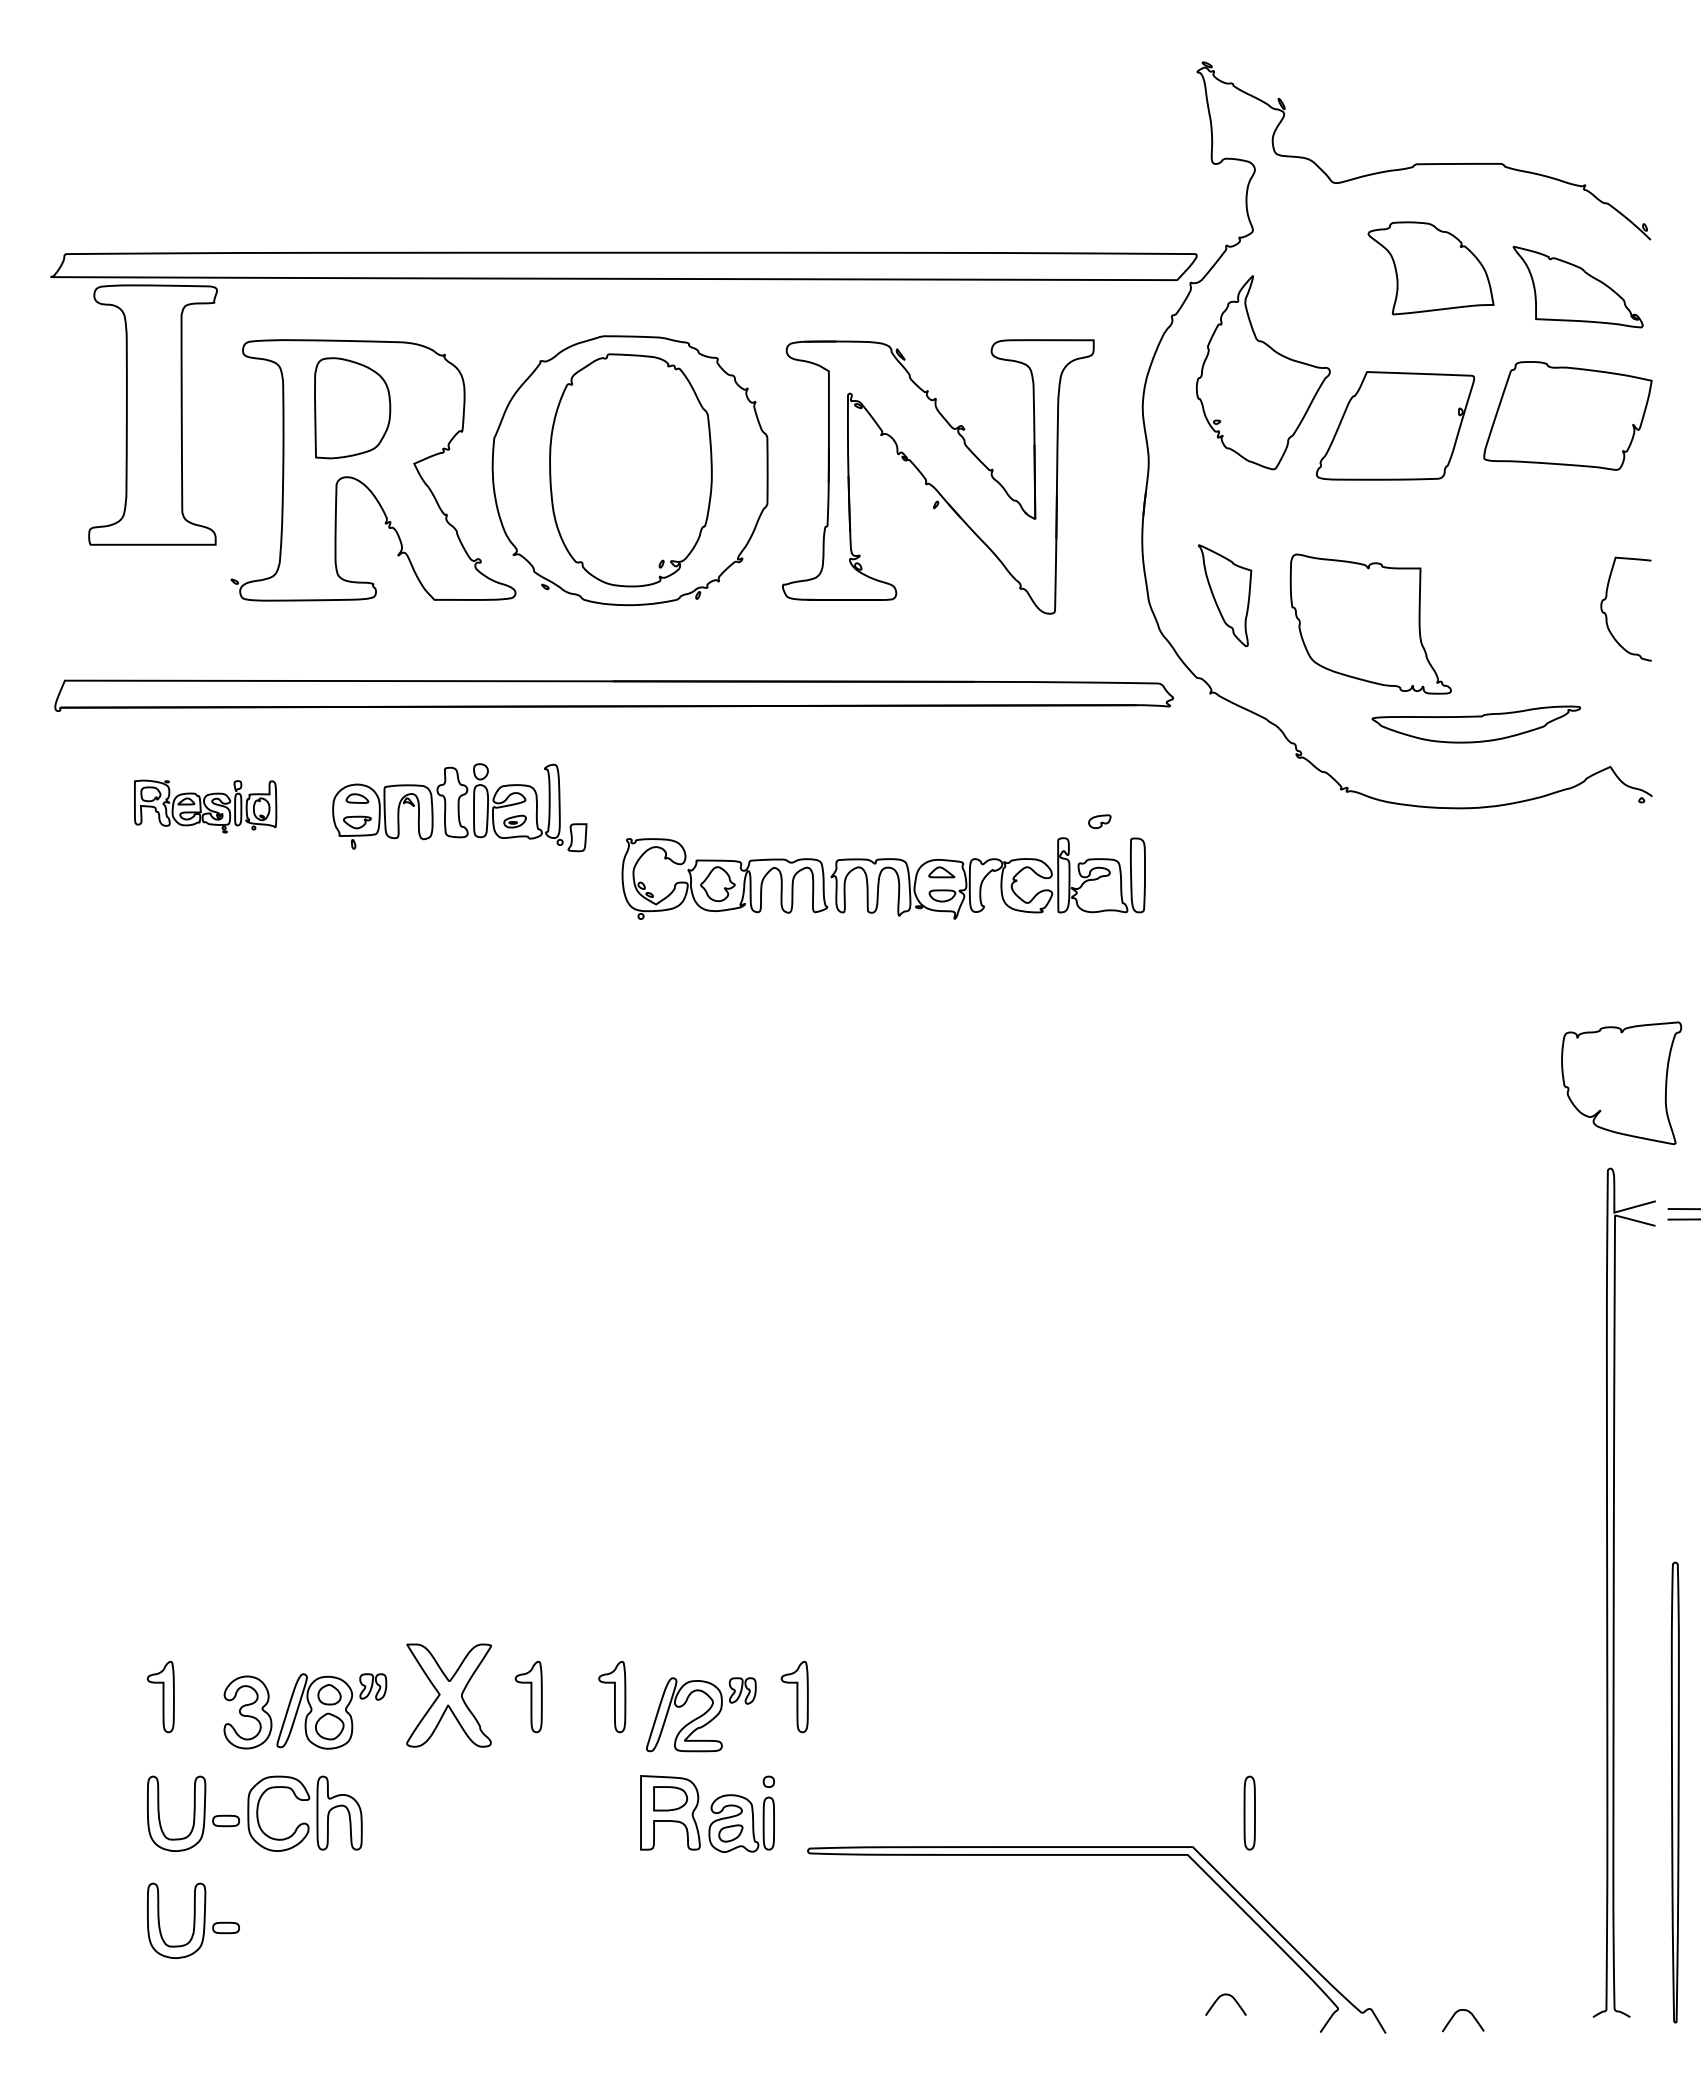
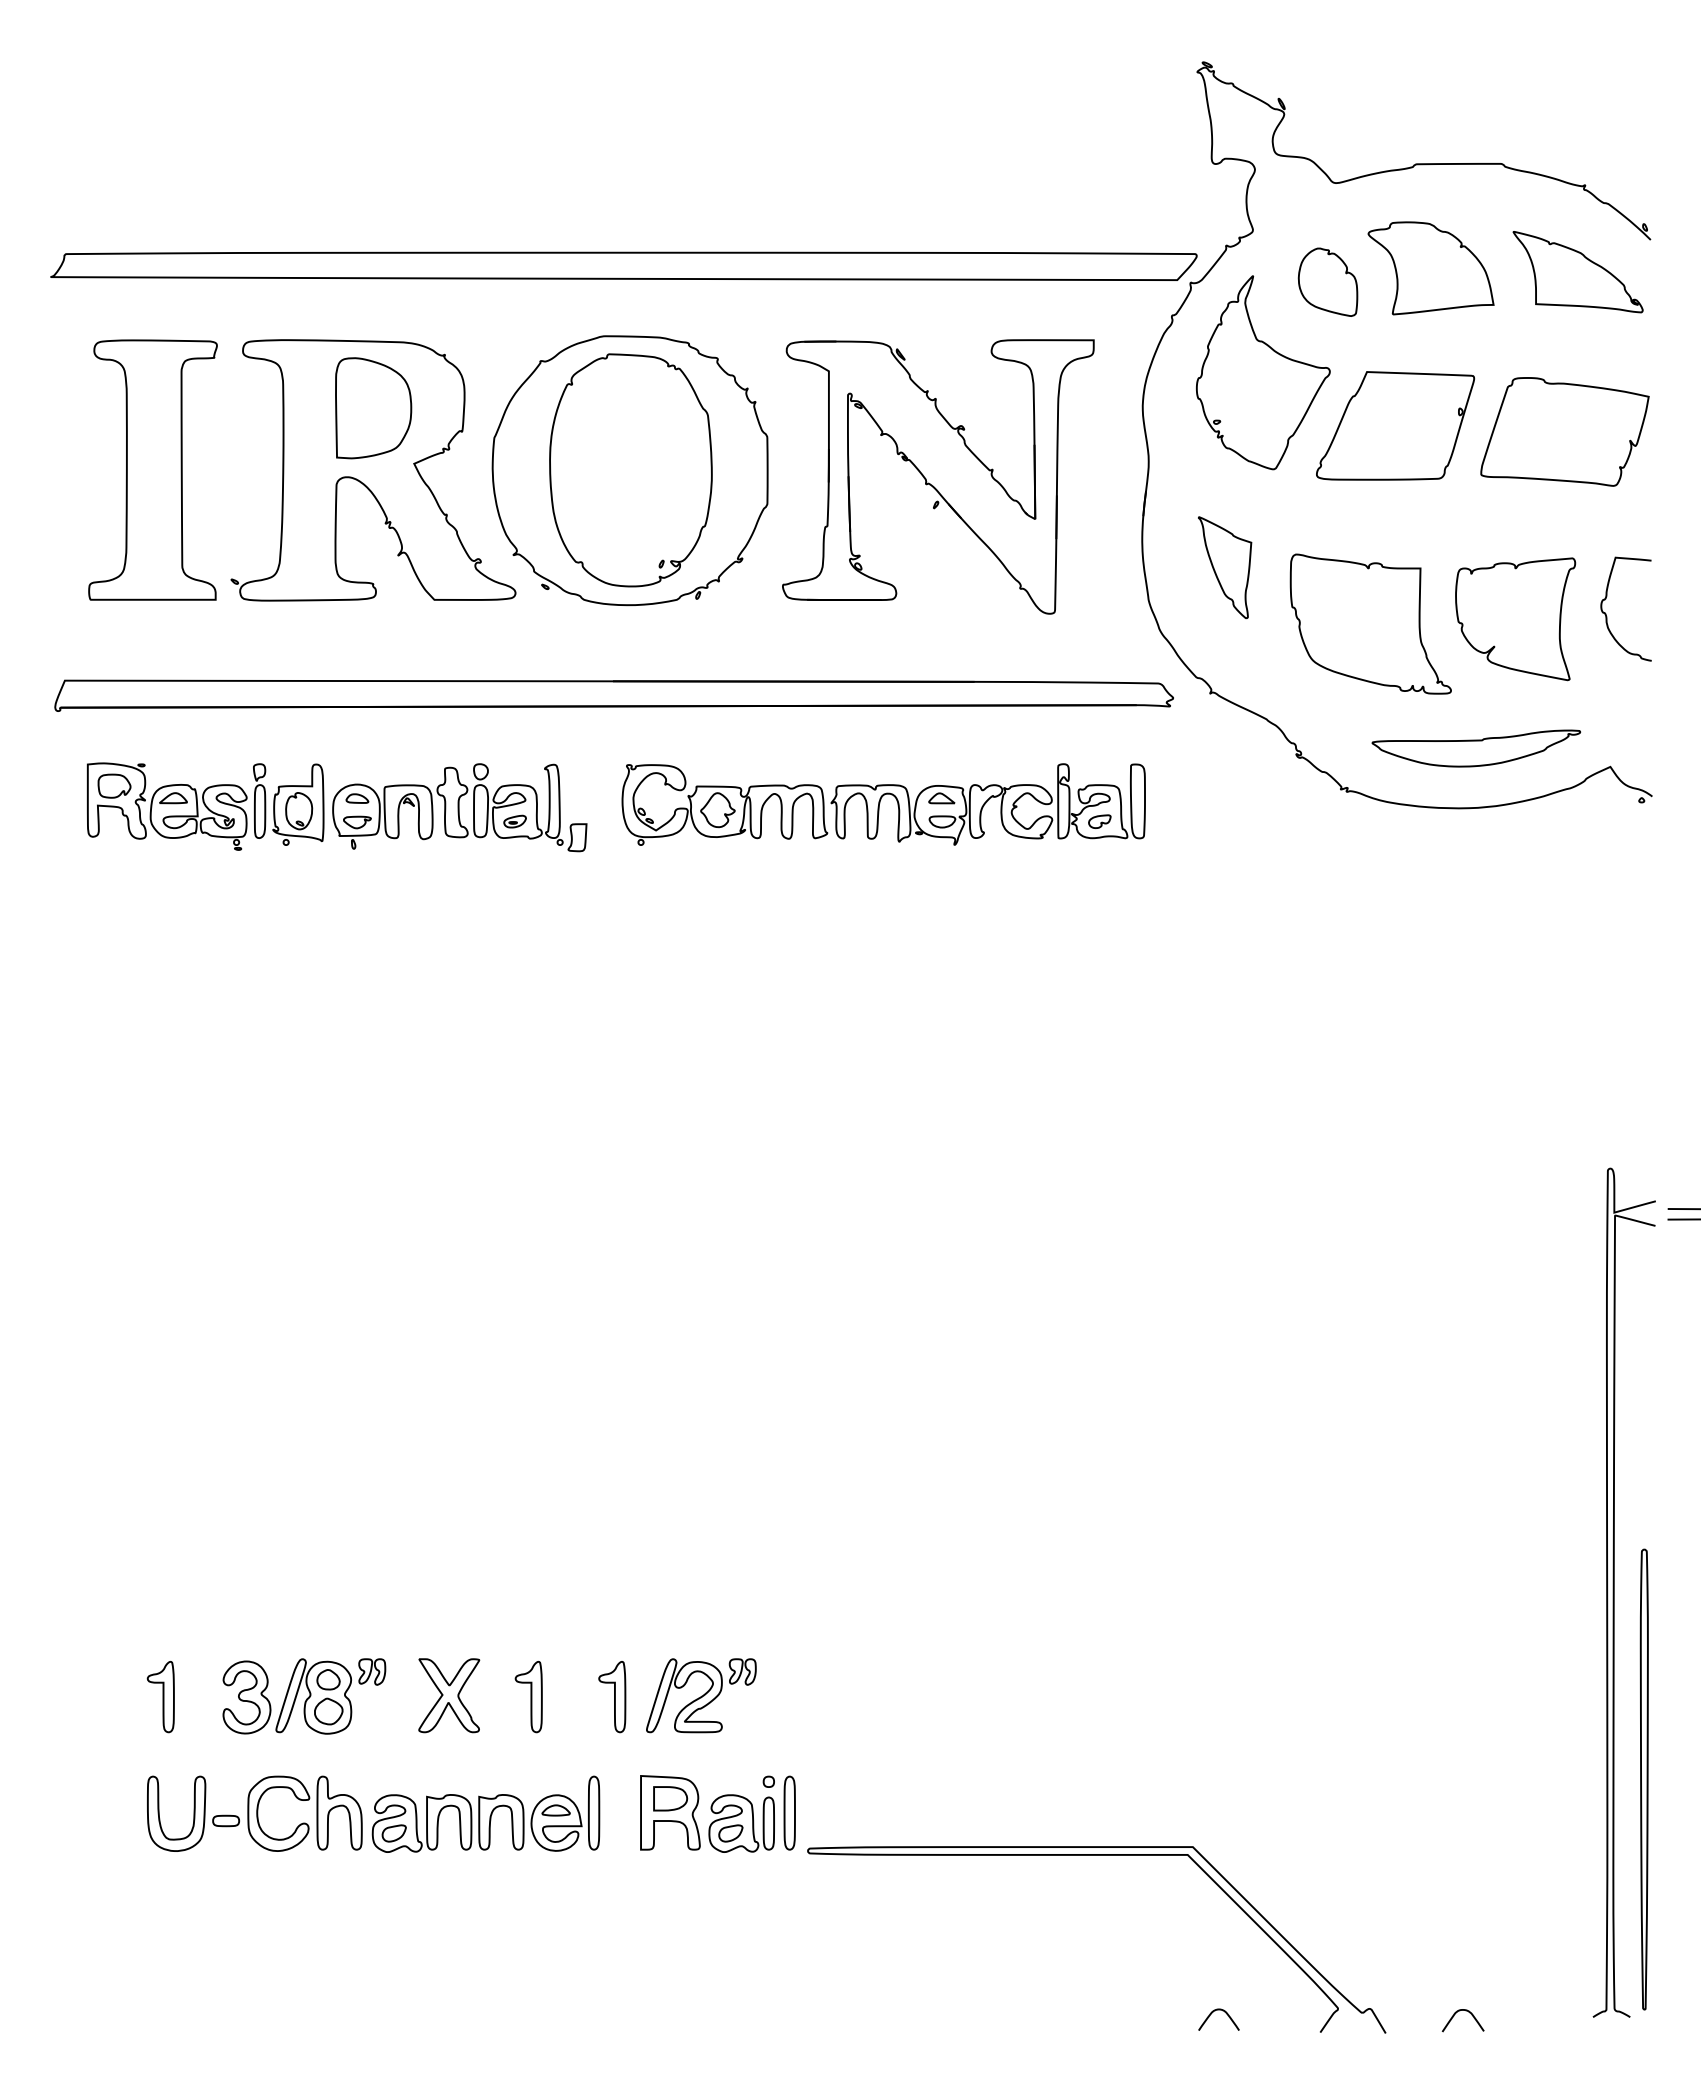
part at (1327, 281): none -> present
part at (1577, 287) position: (1577, 287) -> (1577, 272)
part at (352, 408) position: (352, 408) -> (373, 408)
part at (152, 414) position: (152, 414) -> (152, 469)
part at (1567, 415) position: (1567, 415) -> (1564, 431)
part at (1225, 595) position: (1225, 595) -> (1225, 567)
part at (1476, 724) position: (1476, 724) -> (1476, 748)
part at (205, 806) size: 144x55 px -> 239x89 px
part at (883, 878) position: (883, 878) -> (883, 804)
part at (1621, 1083) position: (1621, 1083) -> (1515, 619)
part at (448, 1695) size: 86x105 px -> 63x76 px
part at (794, 1697): present -> none
part at (305, 1711) position: (305, 1711) -> (304, 1696)
part at (701, 1714) position: (701, 1714) -> (701, 1695)
part at (1674, 1792) position: (1674, 1792) -> (1643, 1779)
part at (1249, 1812) position: (1249, 1812) -> (789, 1812)
part at (485, 1813): none -> present
part at (193, 1920): present -> none
curve at (1219, 1998) position: (1219, 1998) -> (1212, 2013)
